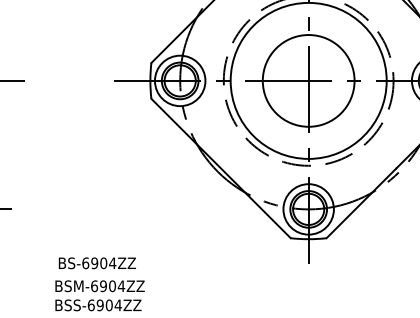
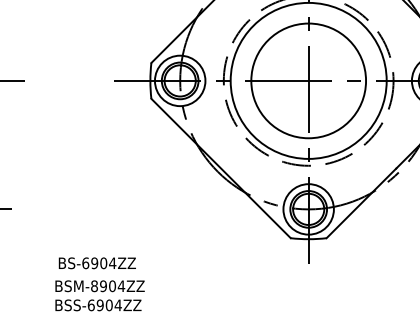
circle at (308, 80) diameter: 92 px -> 115 px
text at (94, 285): BSM-6904ZZ -> BSM-8904ZZ
